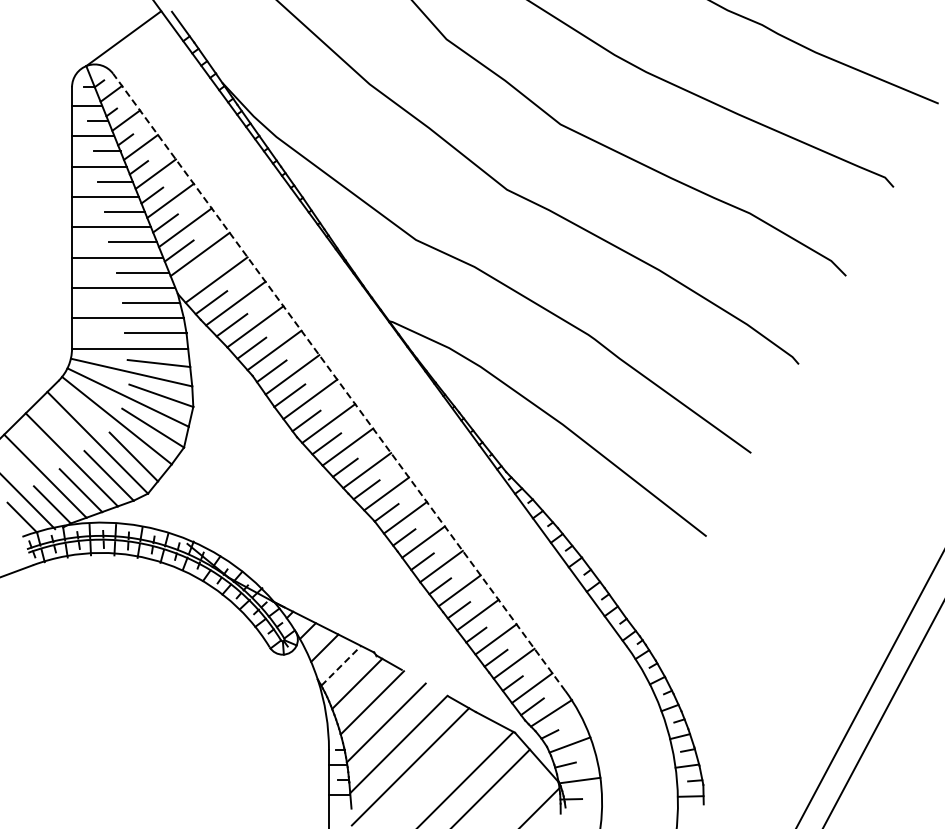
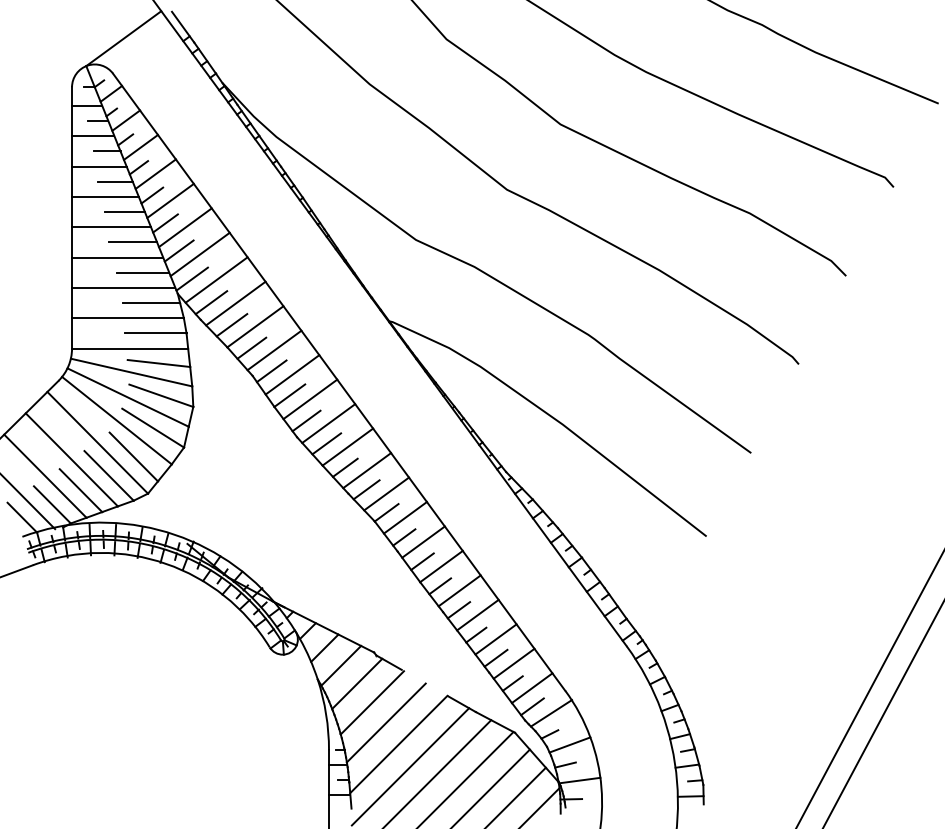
line at (191, 278): none -> present
line at (339, 382): dashed -> solid
line at (341, 665): dashed -> solid
line at (438, 772): none -> present
line at (516, 796): none -> present
